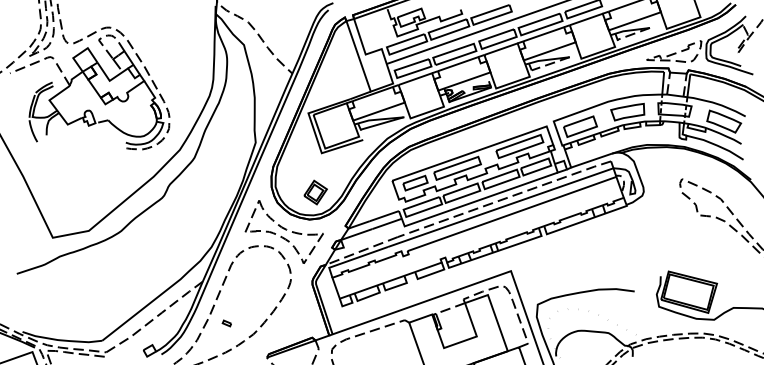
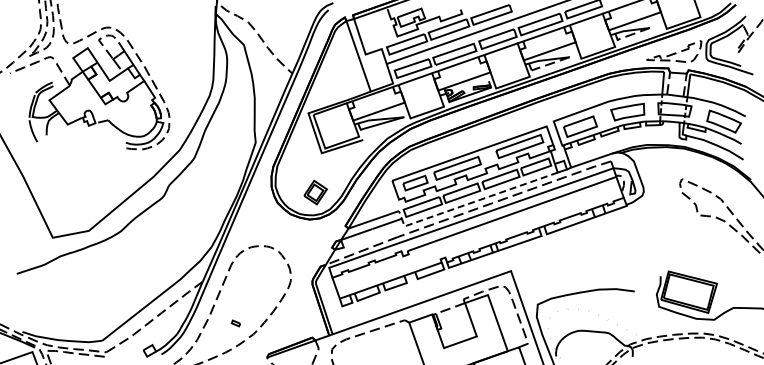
line at (472, 202): solid -> dashed
part at (283, 231): present -> none
part at (226, 323) position: (226, 323) -> (235, 323)
